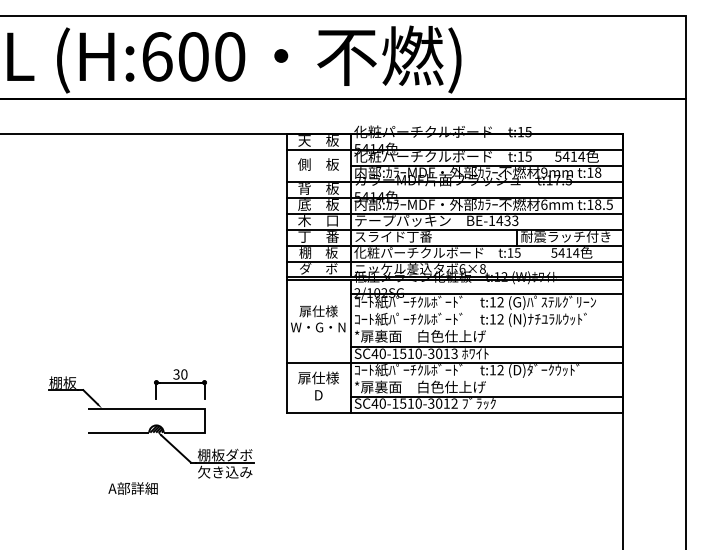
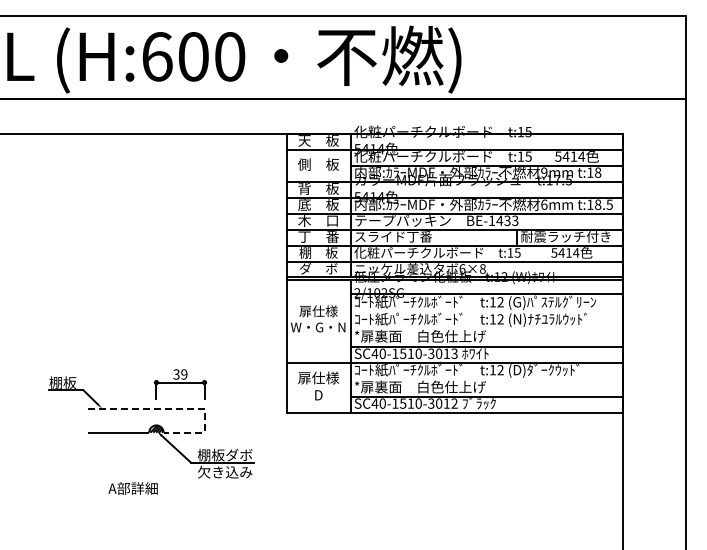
text at (184, 374): 30 -> 39
line at (180, 408): solid -> dashed
